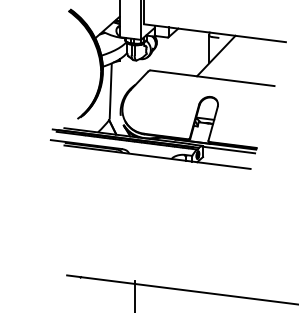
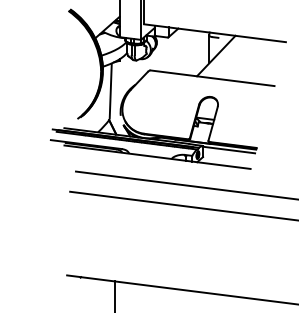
line at (185, 185): none -> present
line at (182, 205): none -> present
line at (135, 295) position: (135, 295) -> (115, 295)
